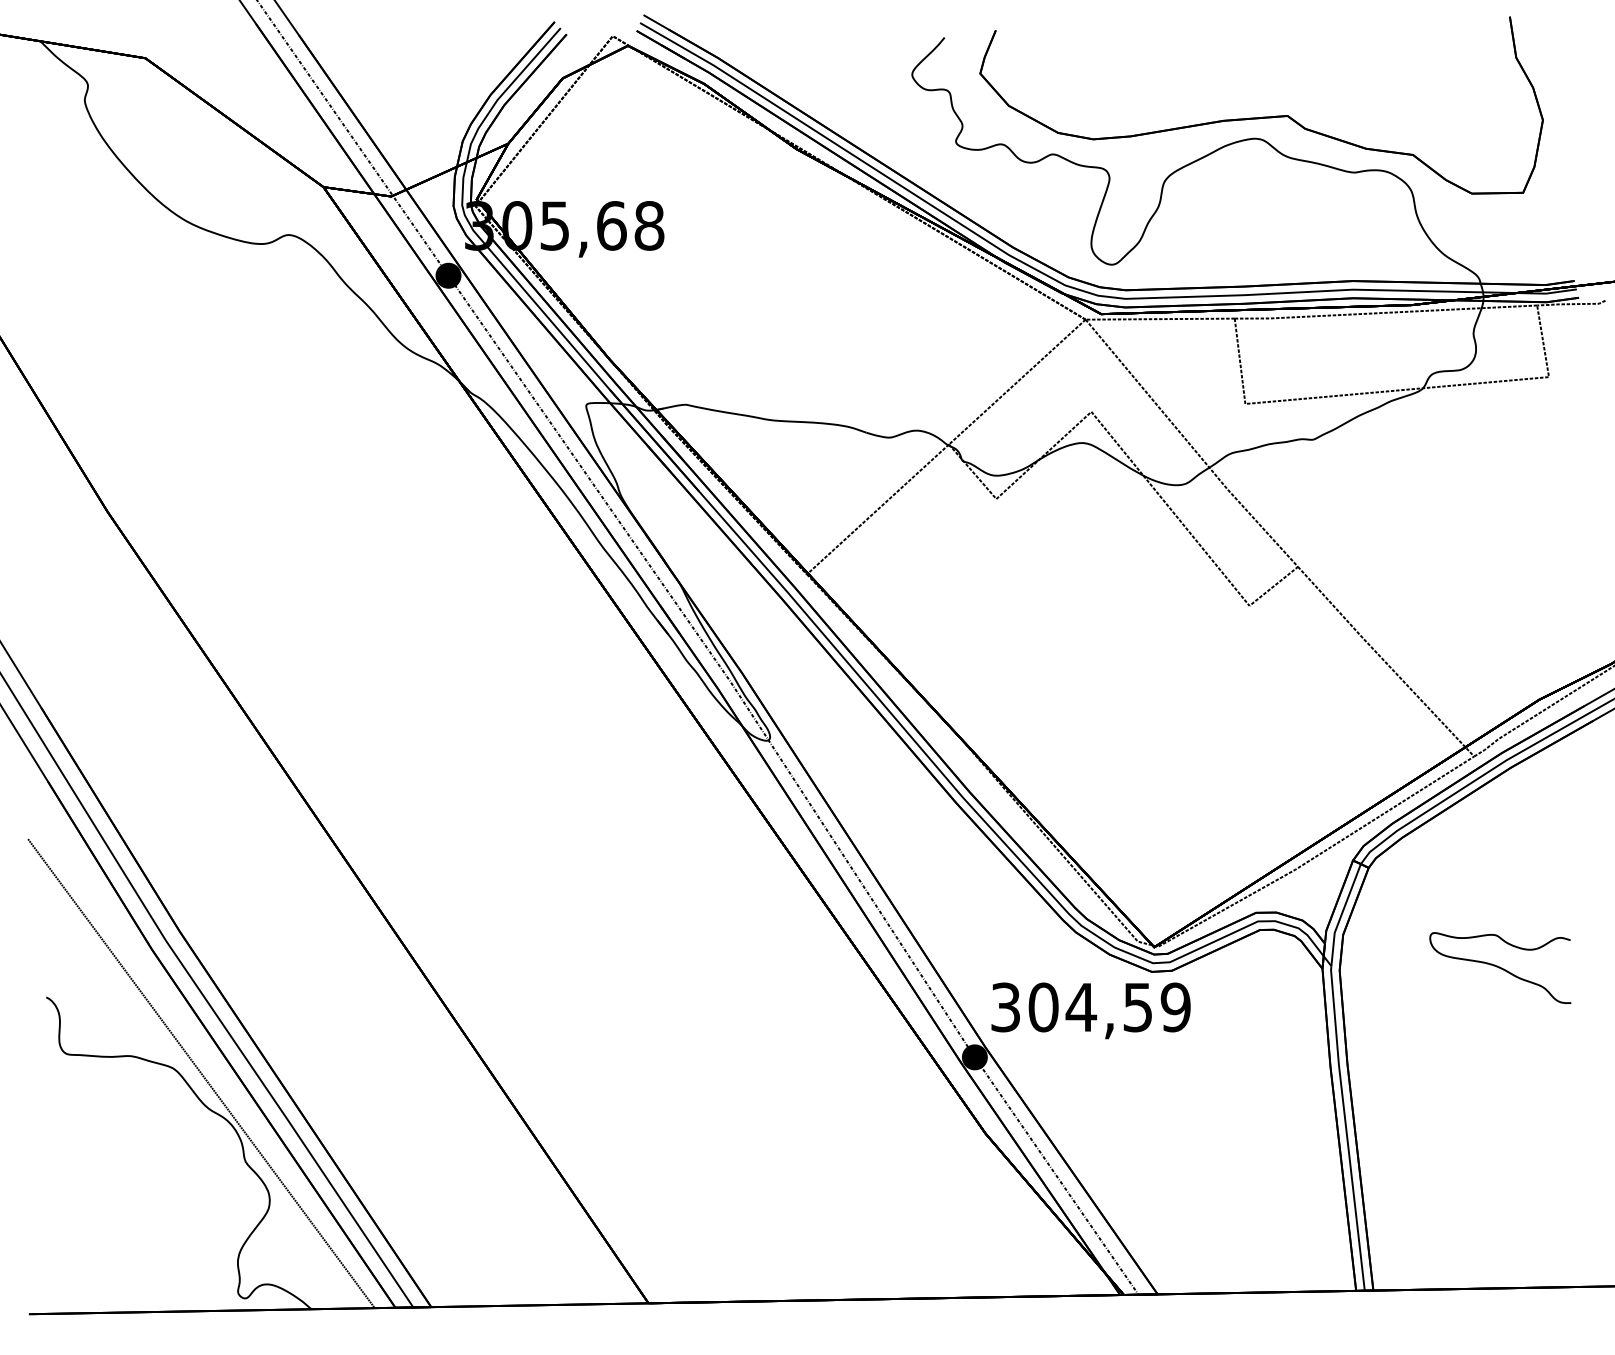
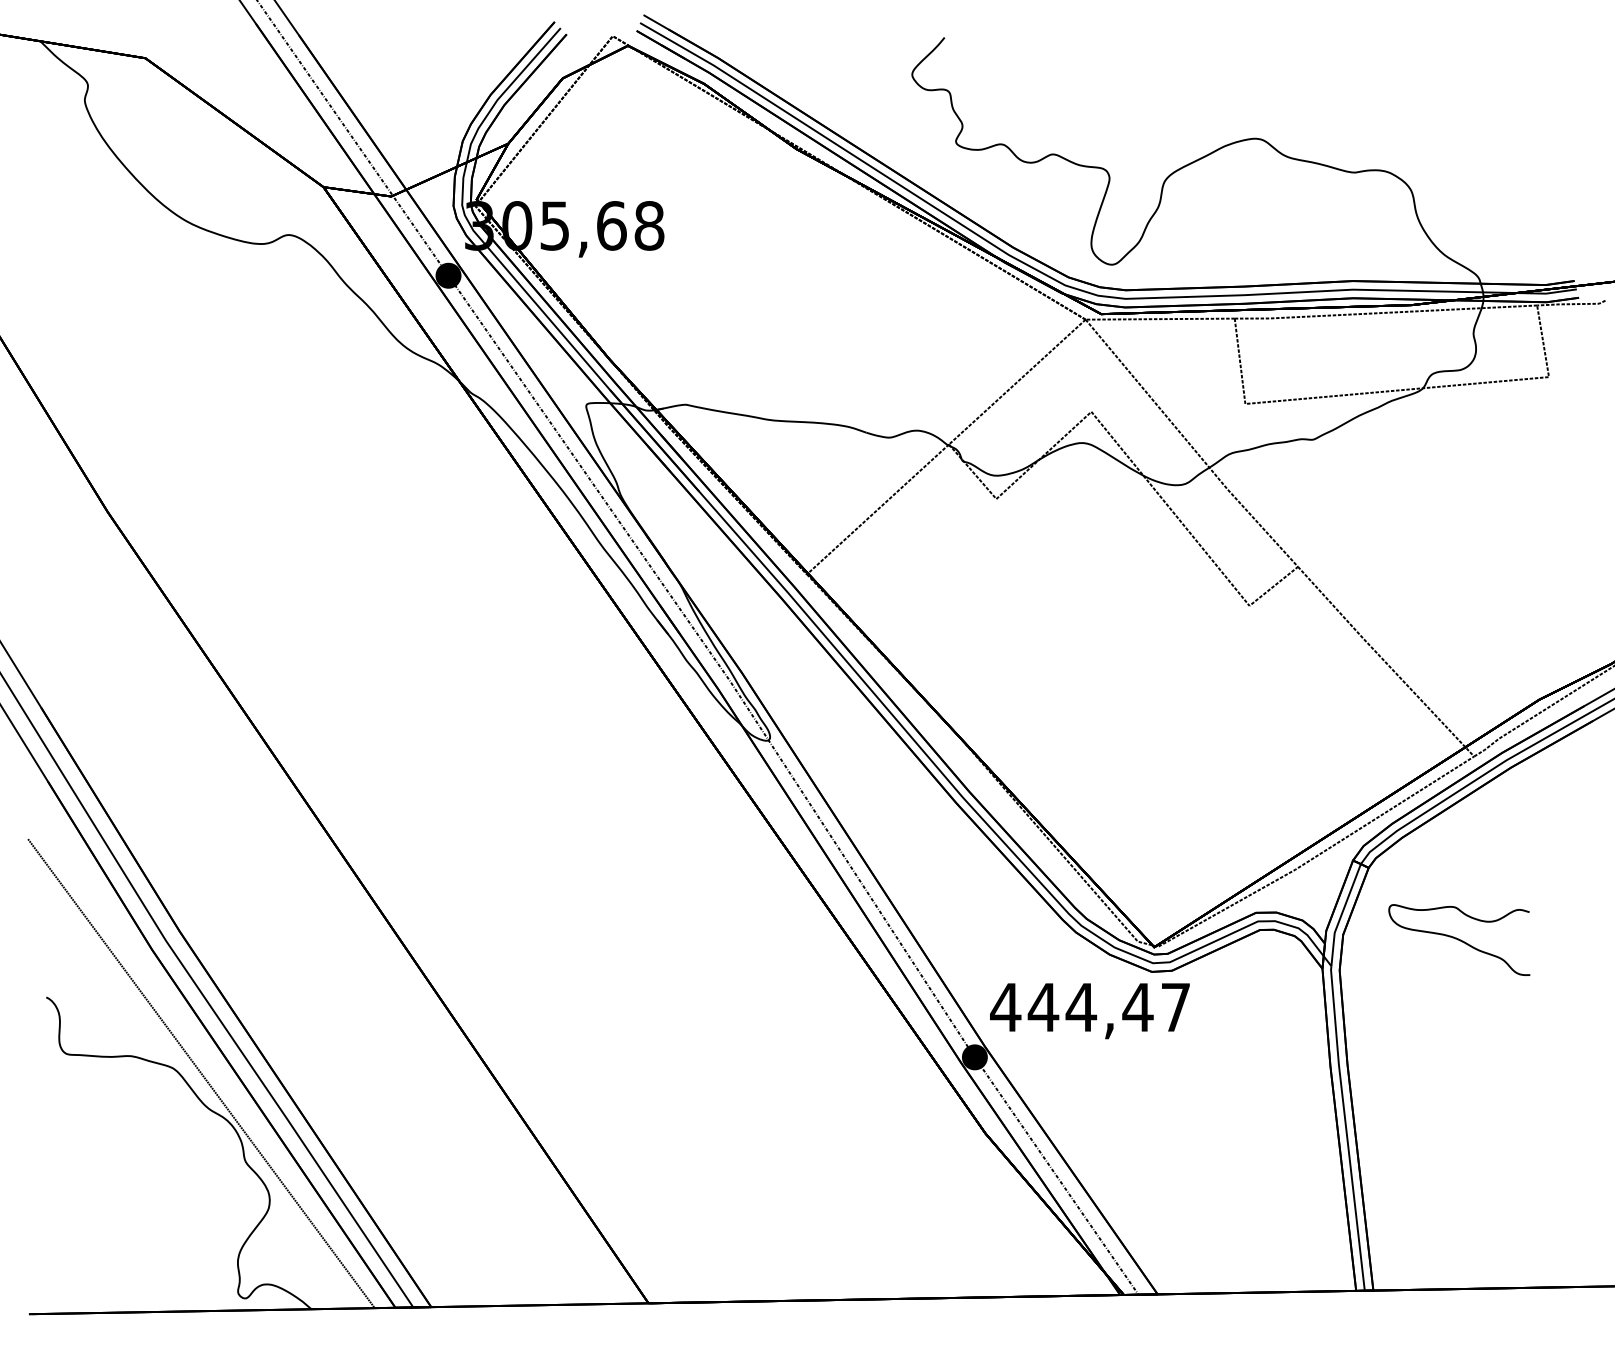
part at (1262, 116): present -> none
curve at (1500, 967) position: (1500, 967) -> (1459, 939)
text at (1090, 1007): 304,59 -> 444,47
